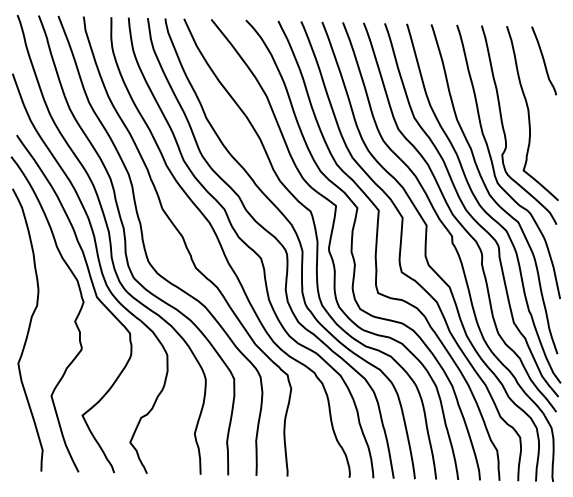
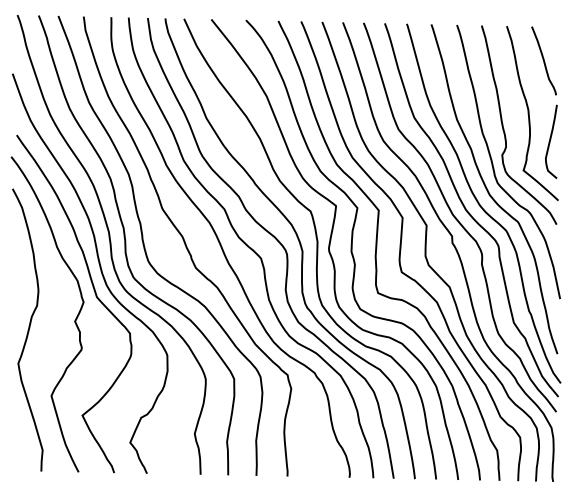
curve at (550, 141): none -> present
